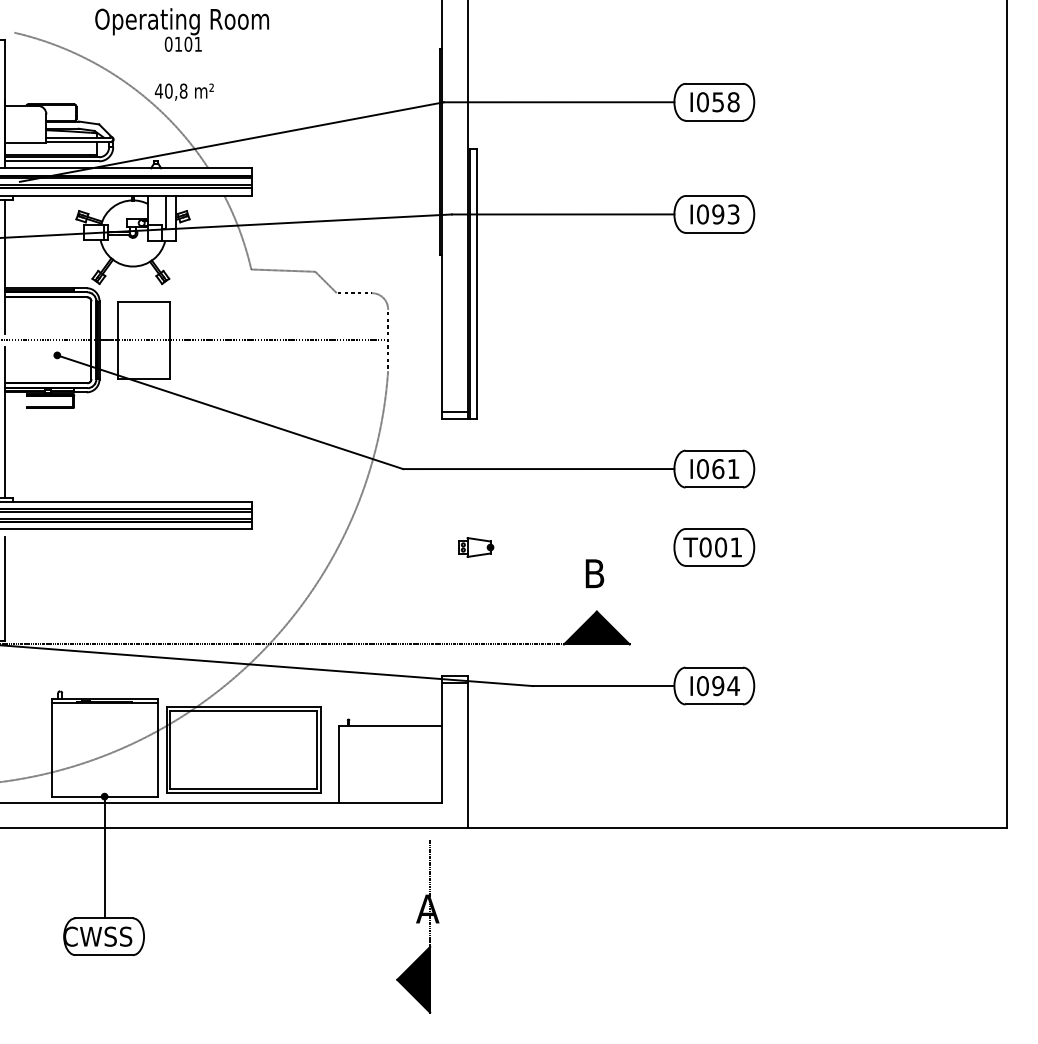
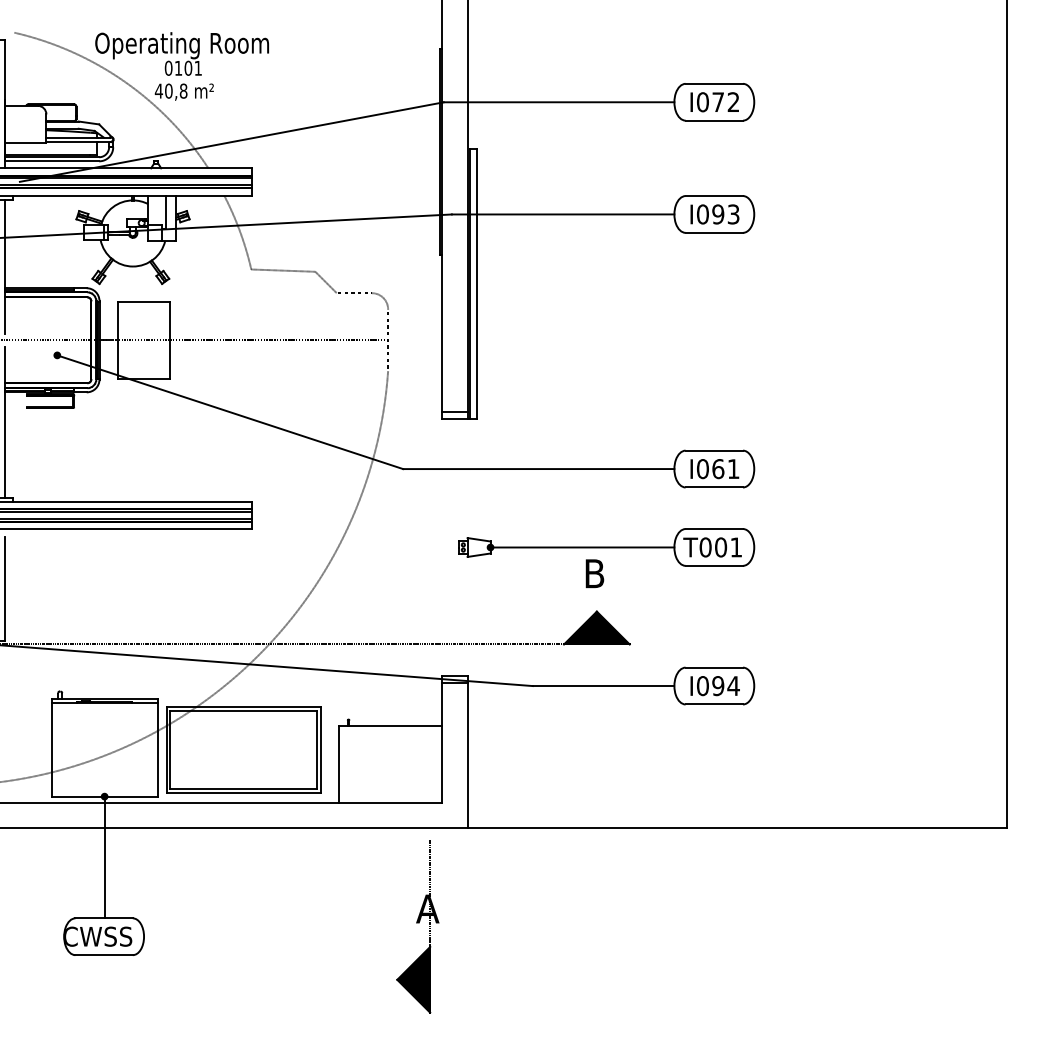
text at (181, 29) position: (181, 29) -> (181, 53)
text at (725, 102): I058 -> I072
line at (582, 547): none -> present
